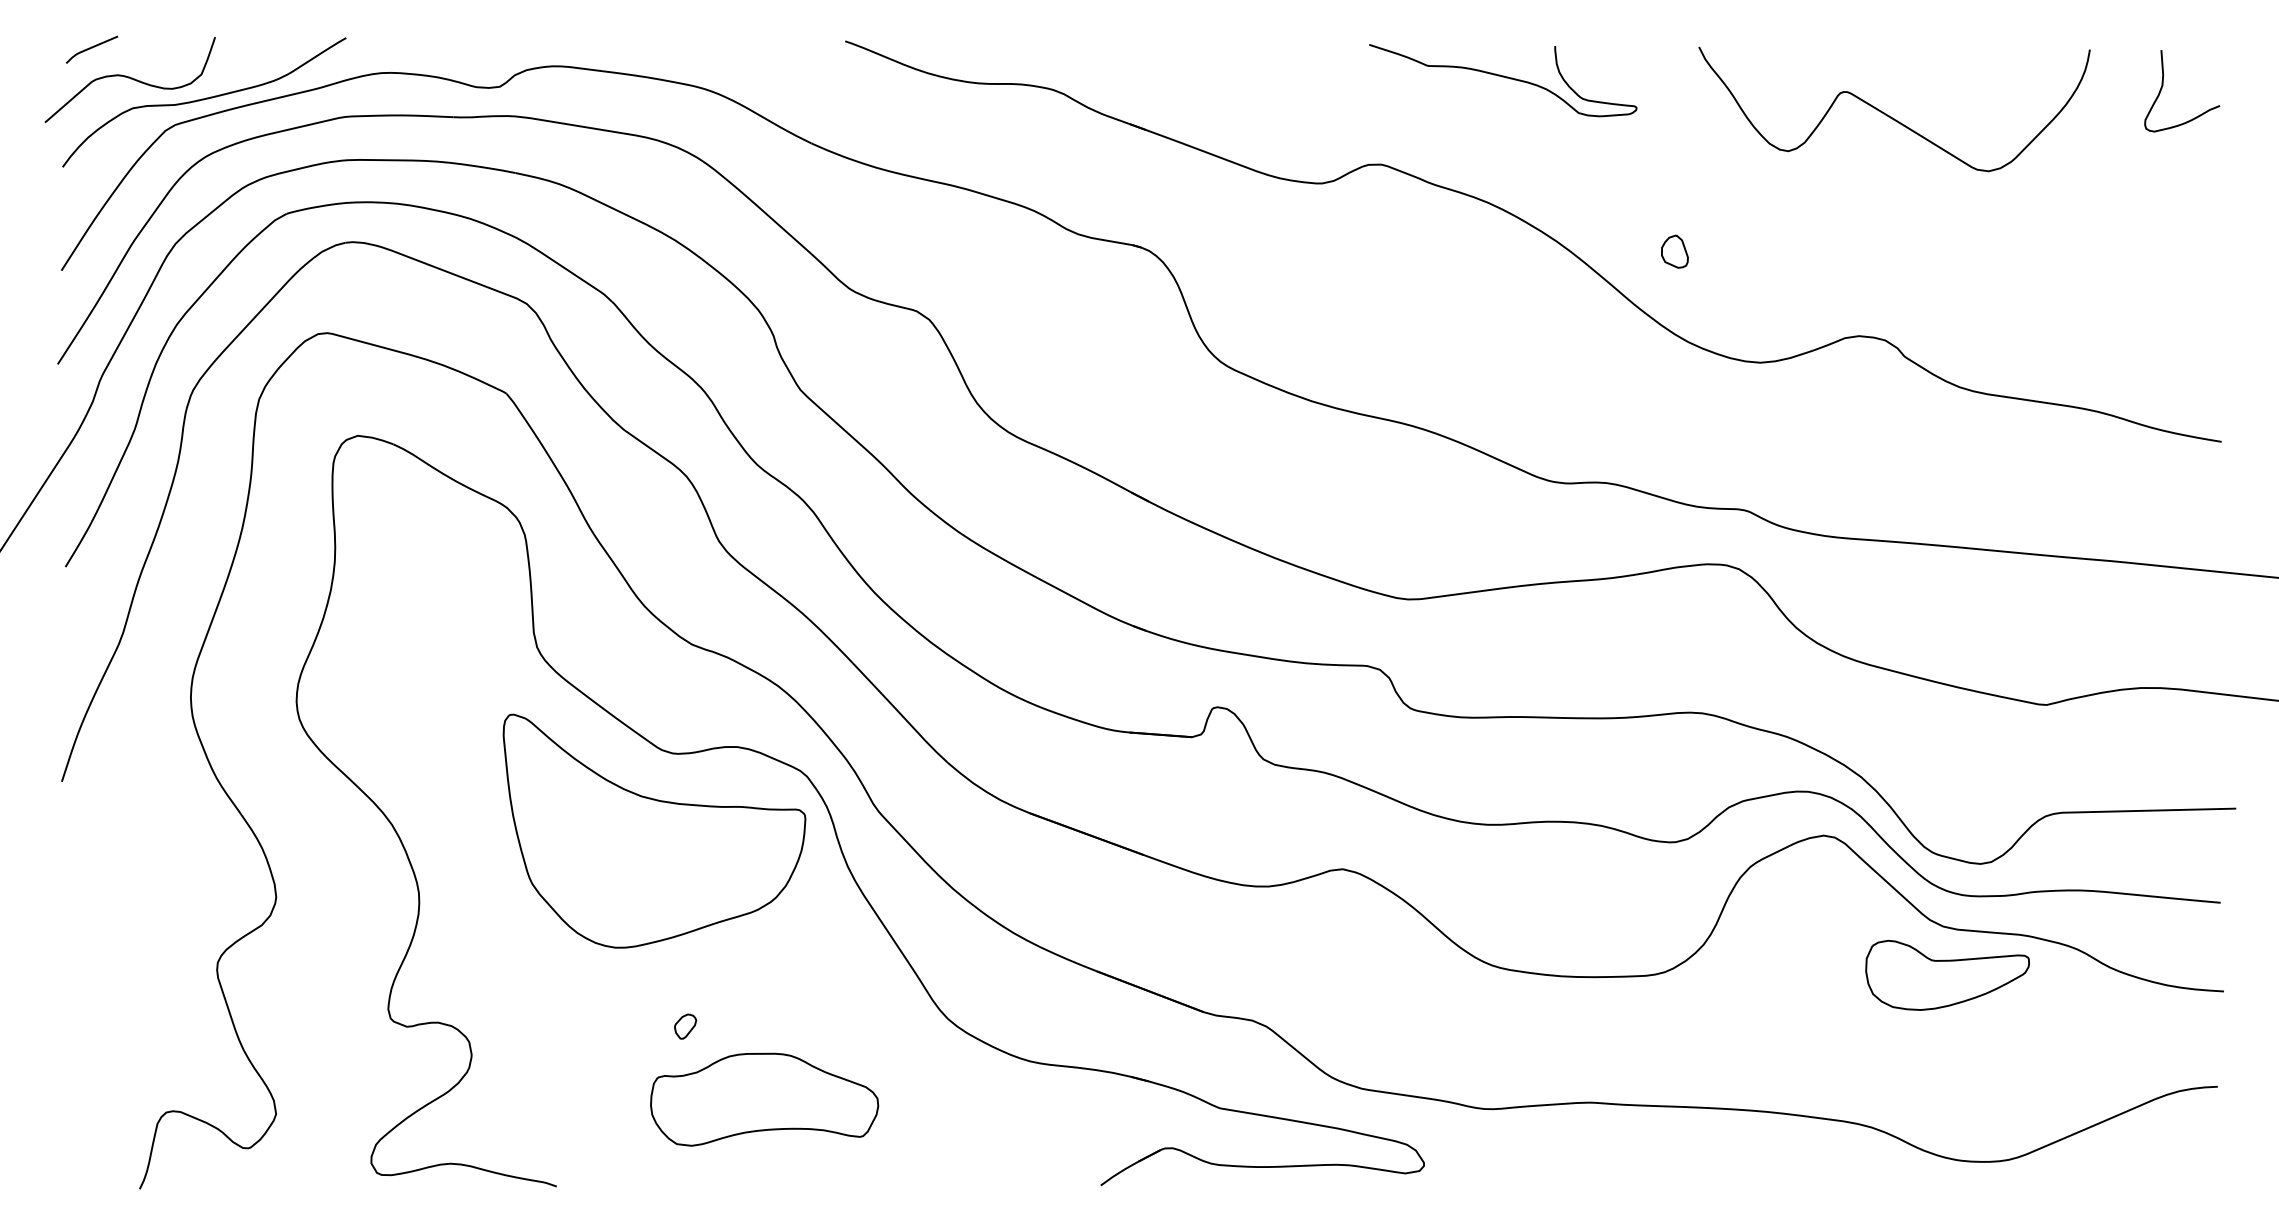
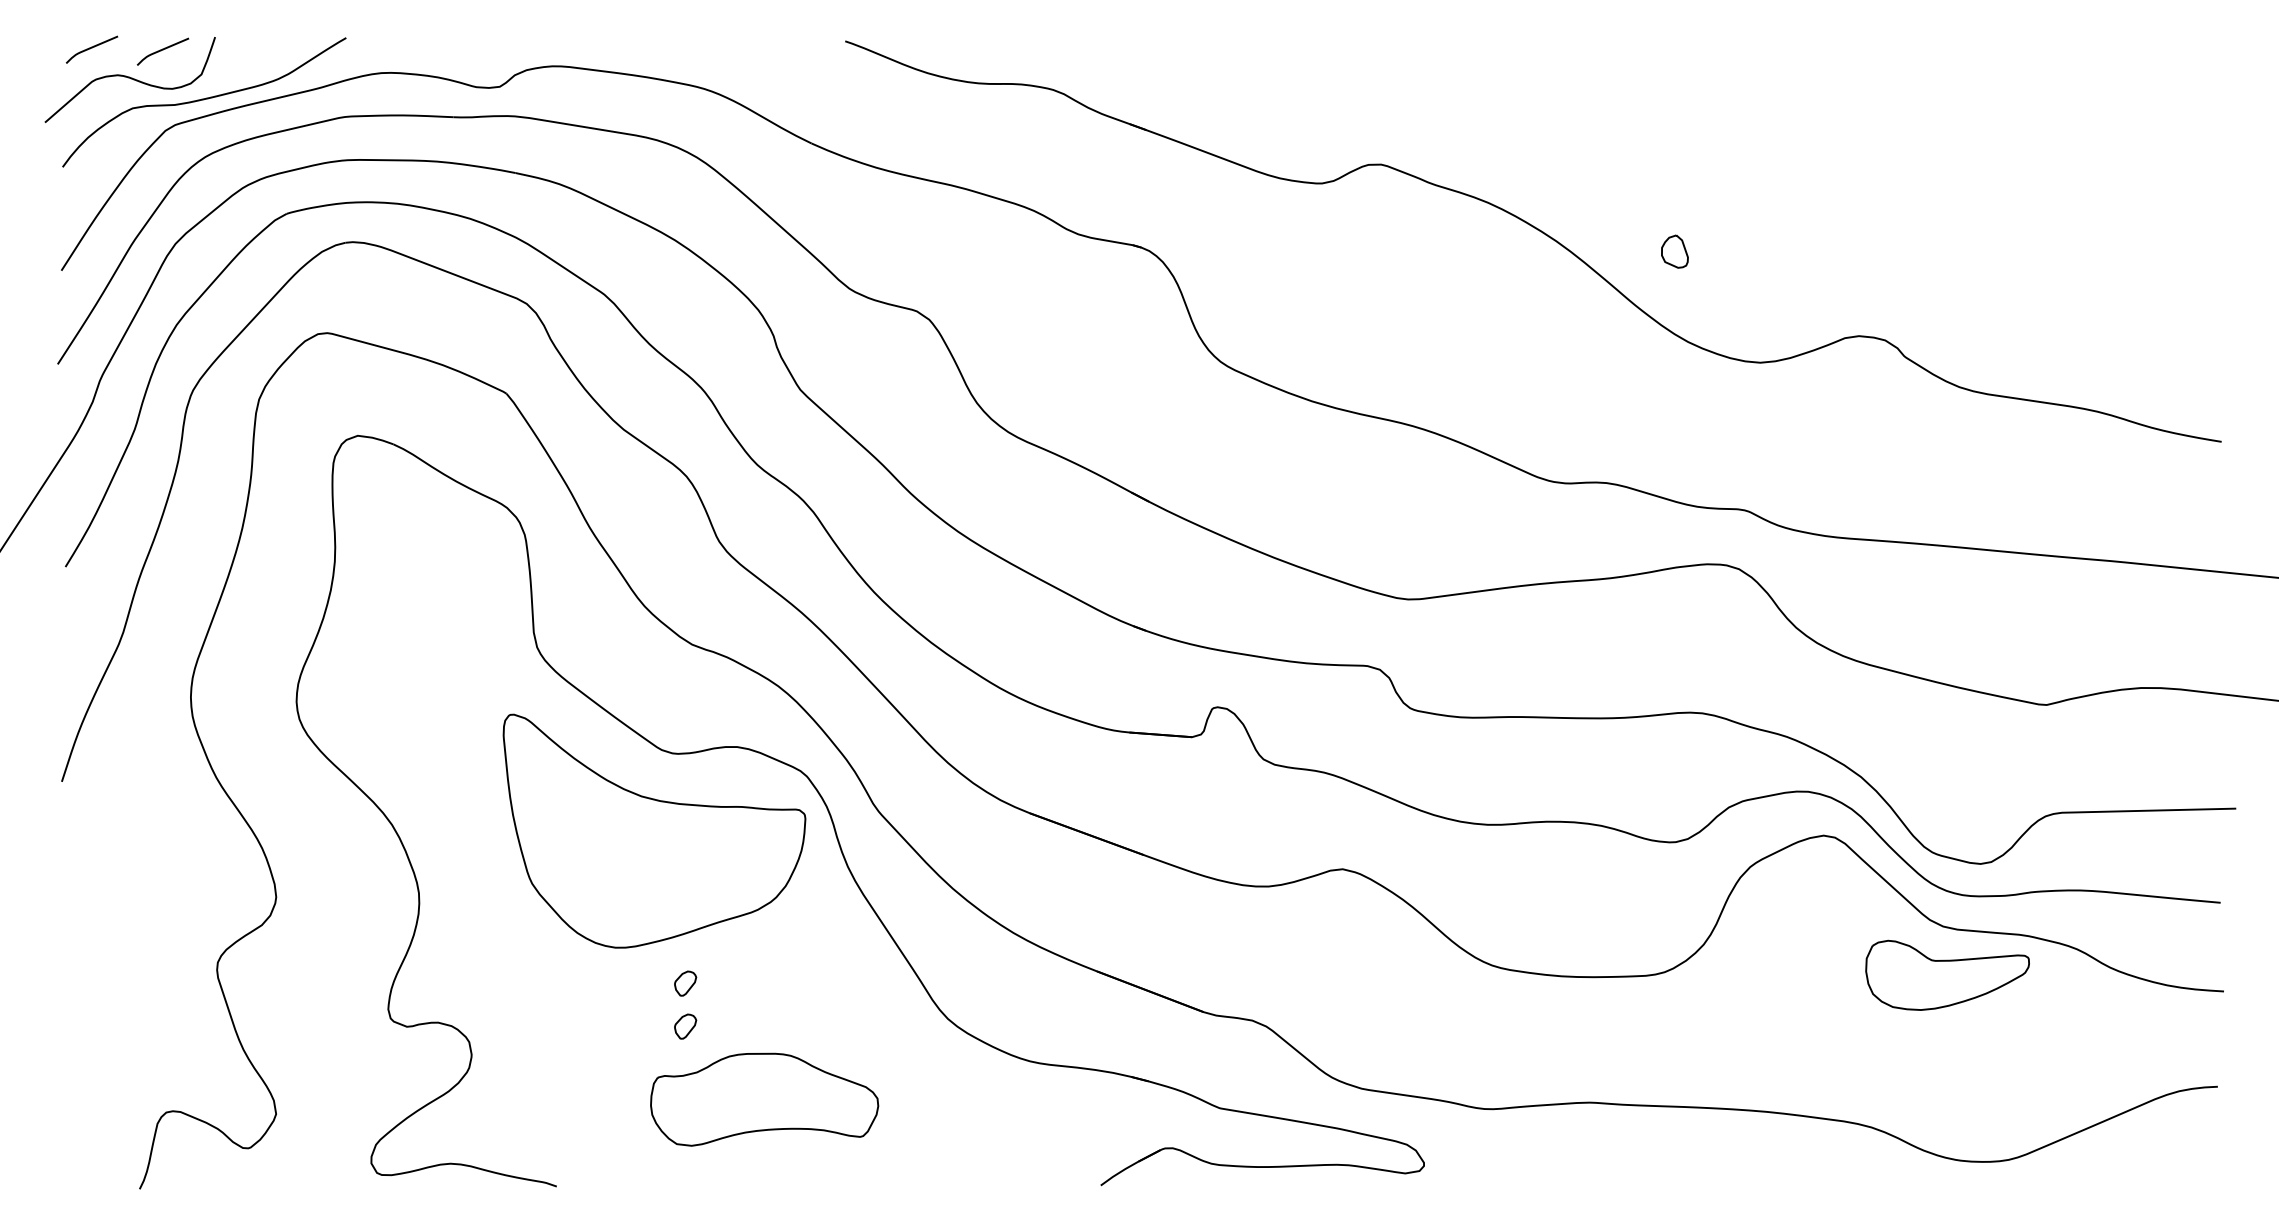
curve at (162, 50): none -> present
curve at (1503, 77): present -> none
curve at (2163, 85): present -> none
curve at (1891, 116): present -> none
part at (685, 983): none -> present
